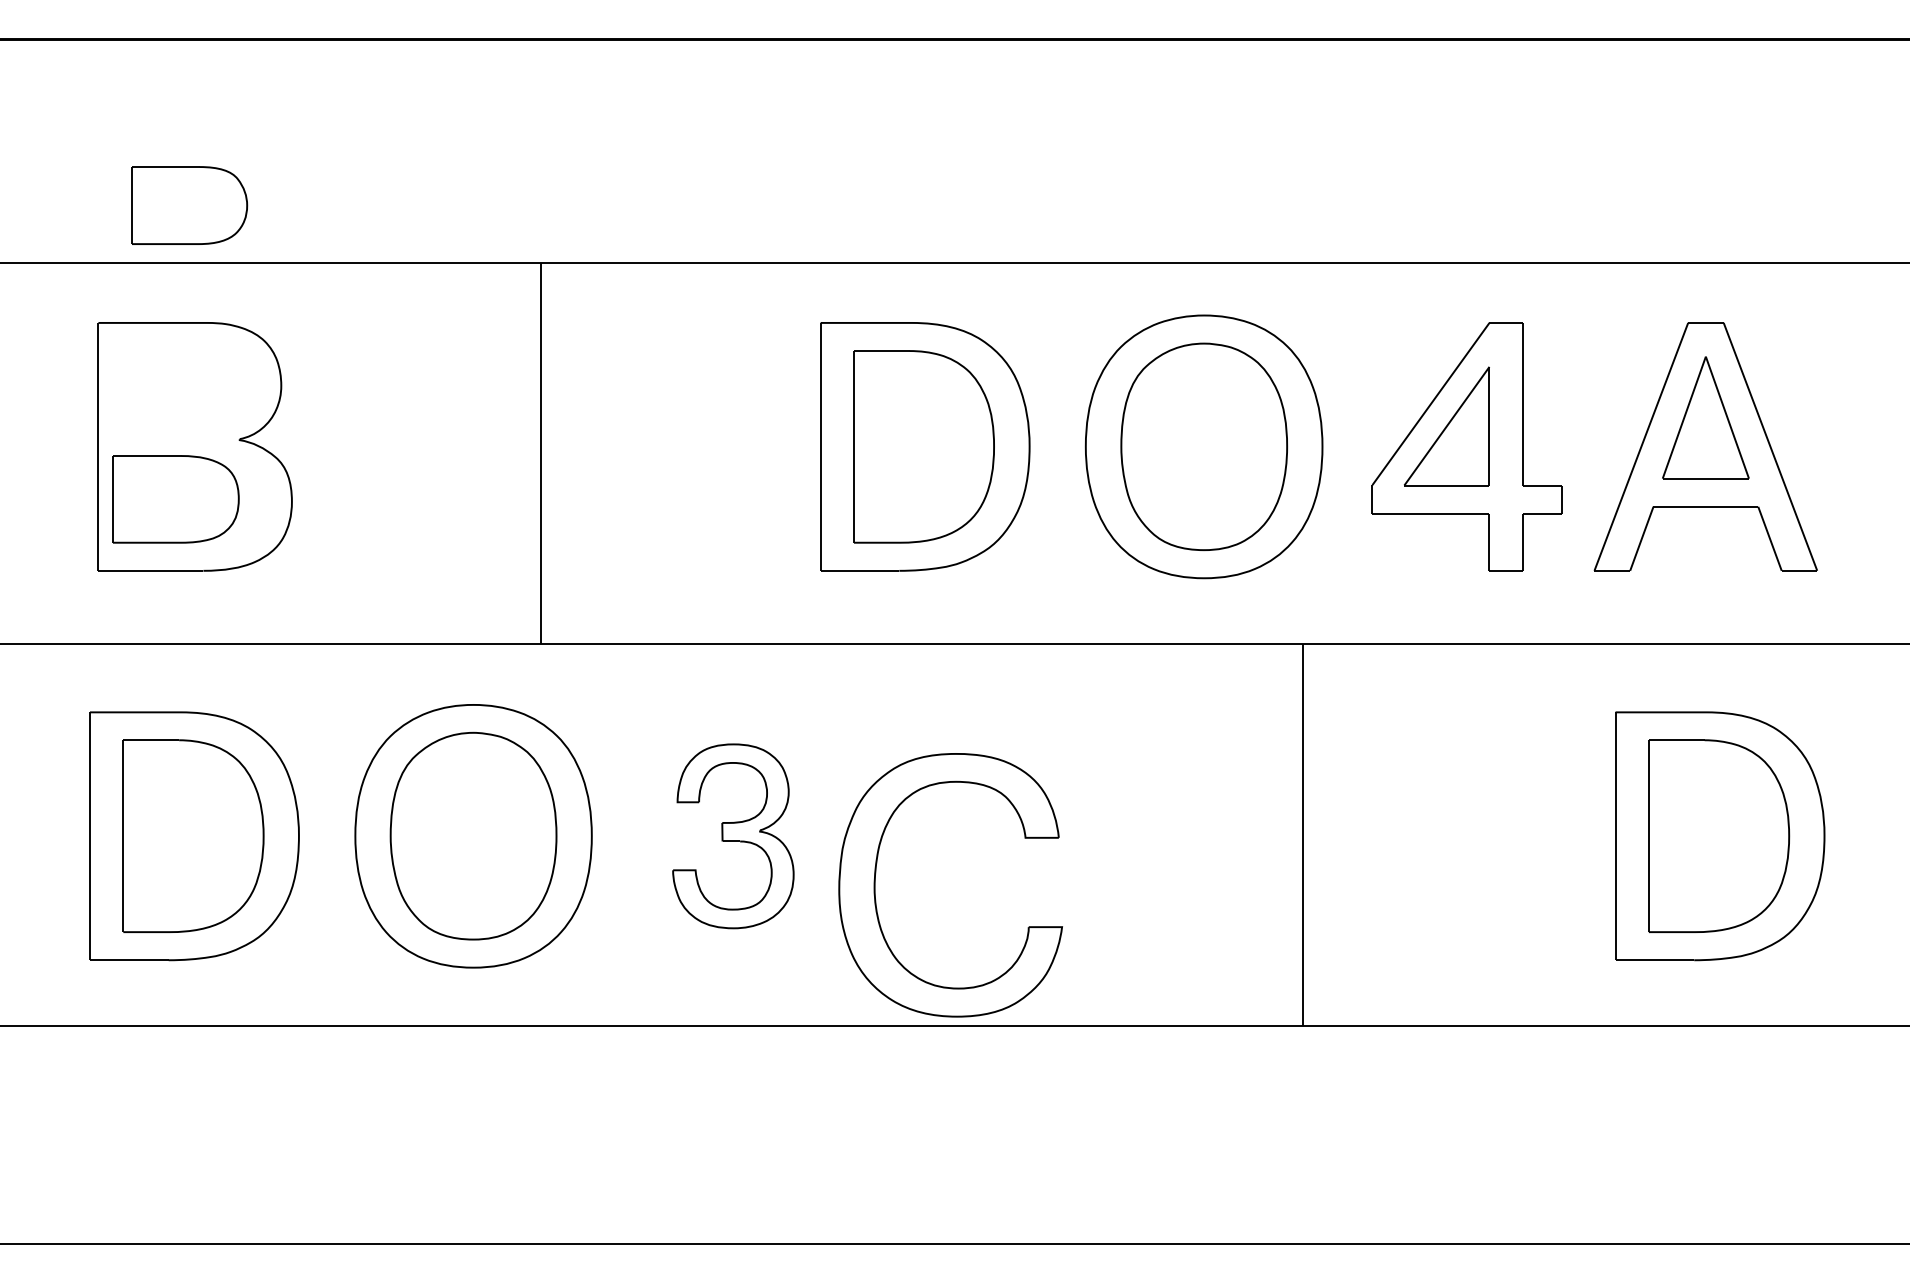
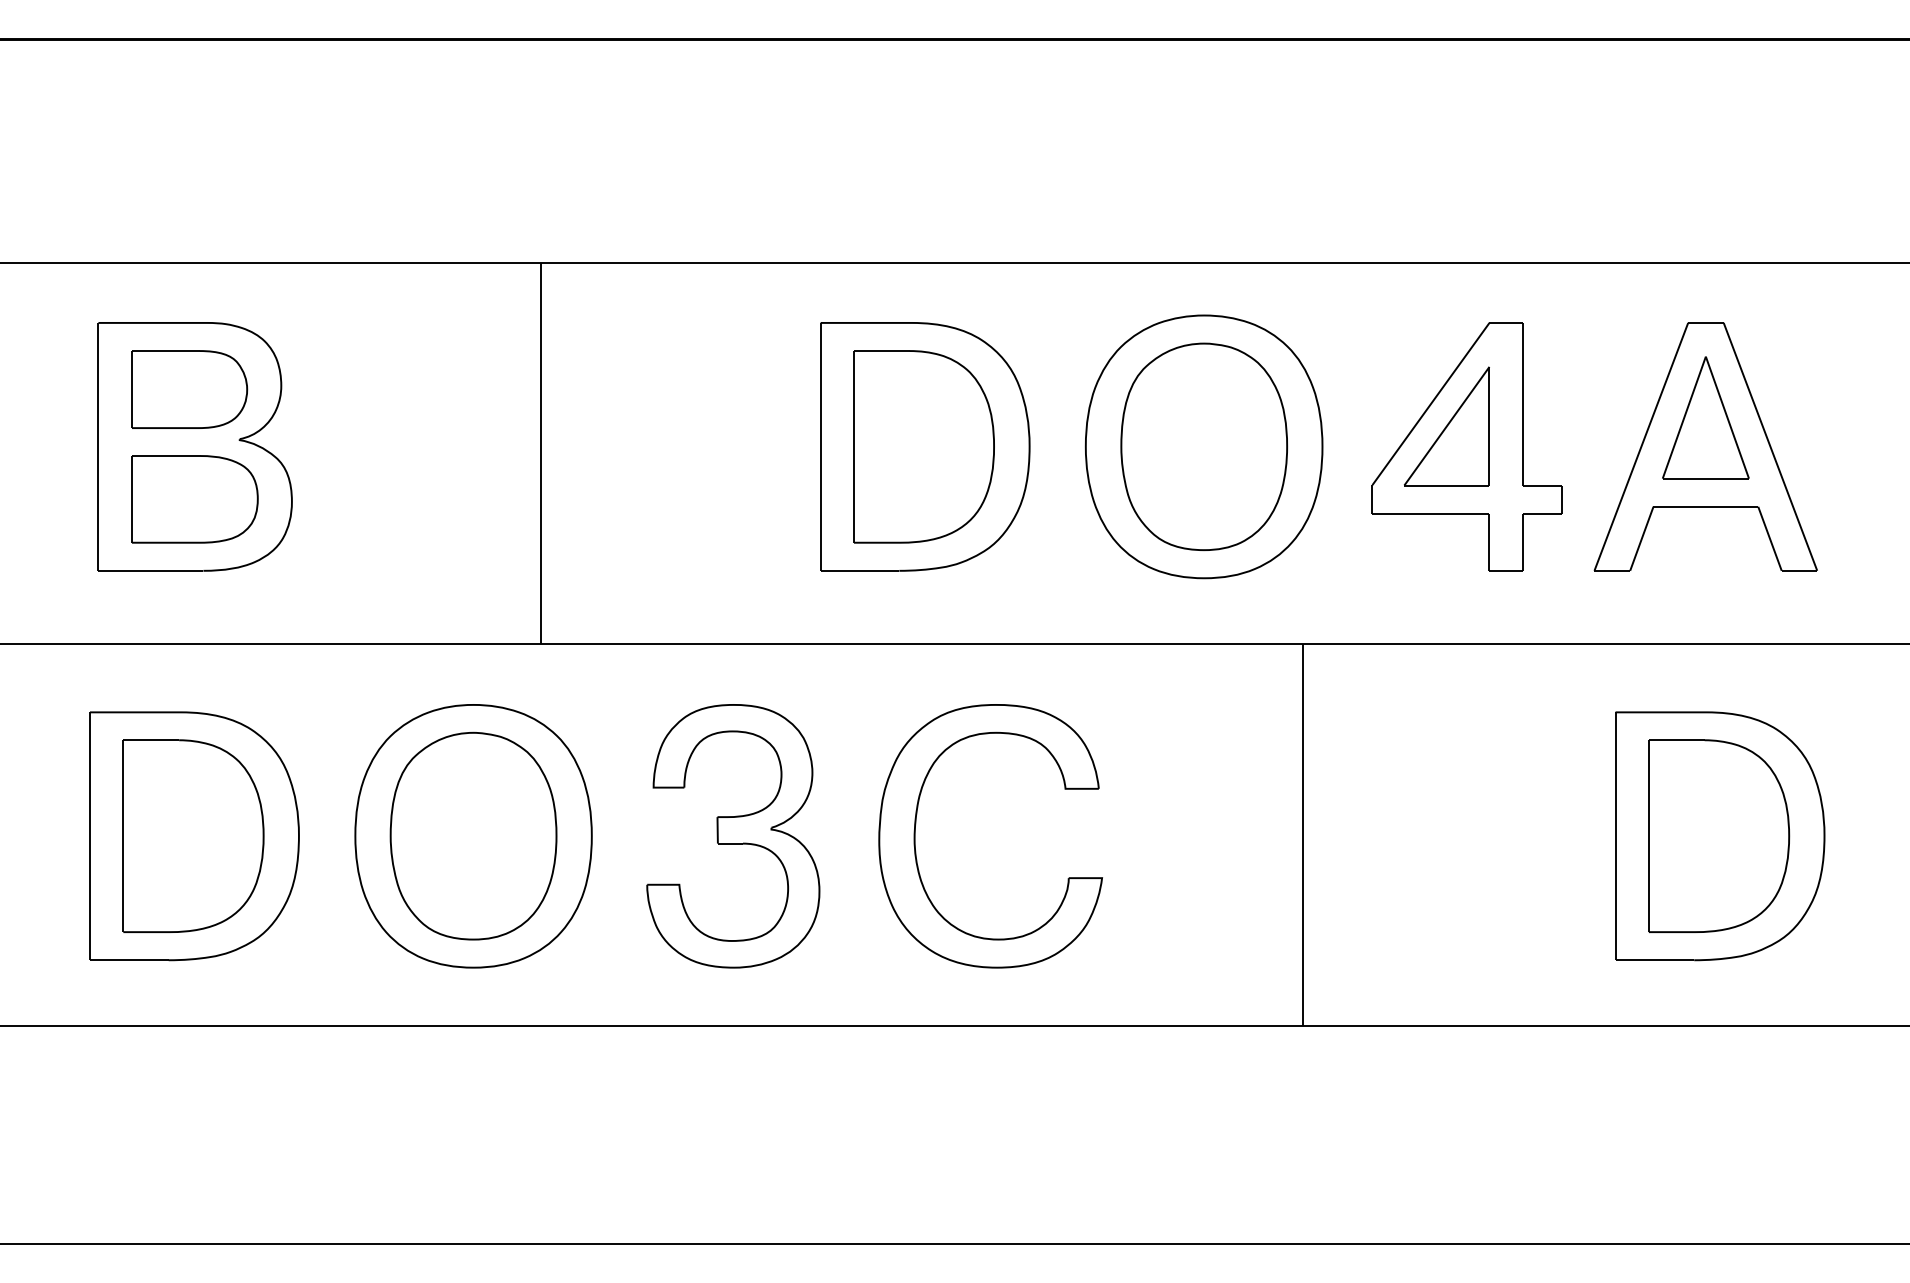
part at (189, 205) position: (189, 205) -> (189, 389)
part at (175, 499) position: (175, 499) -> (194, 499)
part at (733, 836) size: 123x187 px -> 175x265 px
part at (876, 873) position: (876, 873) -> (916, 824)
